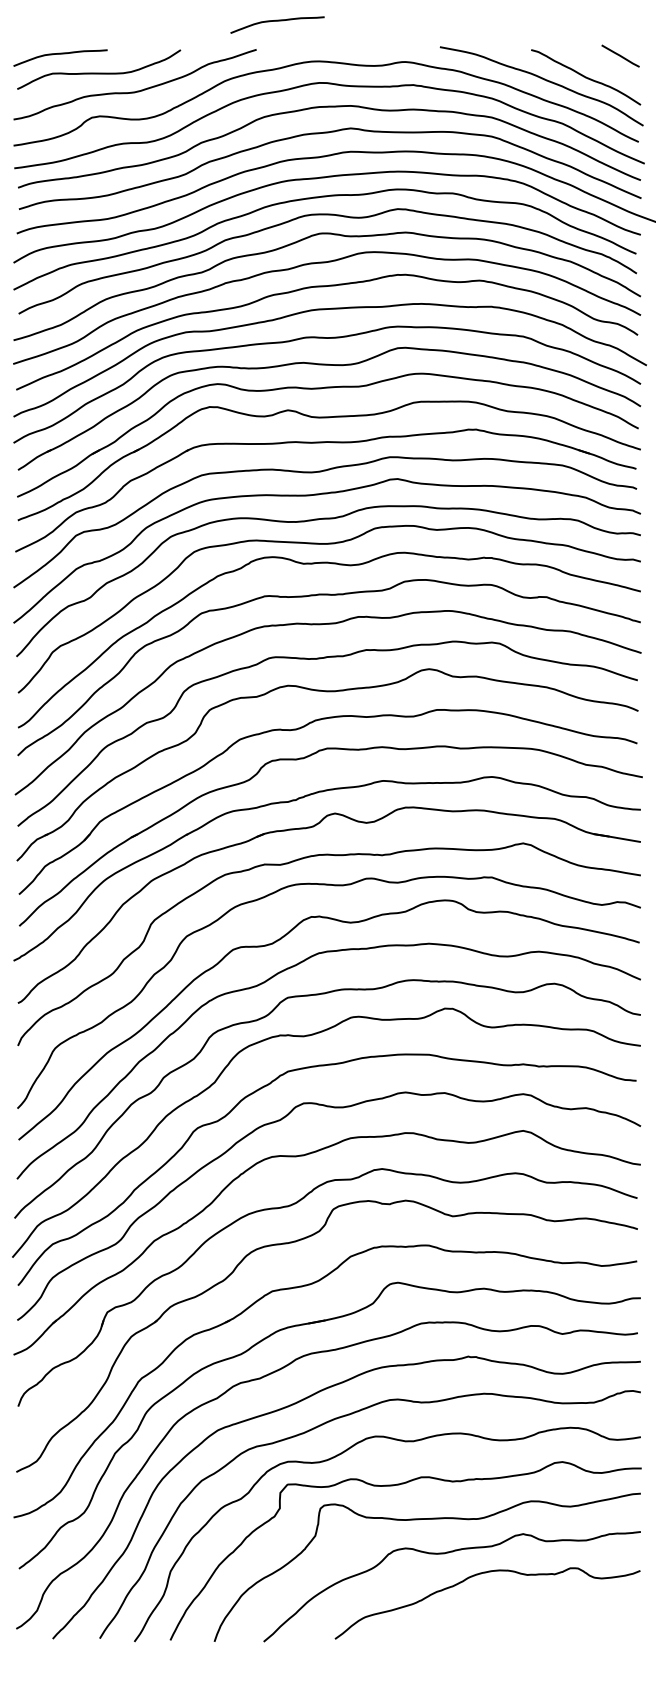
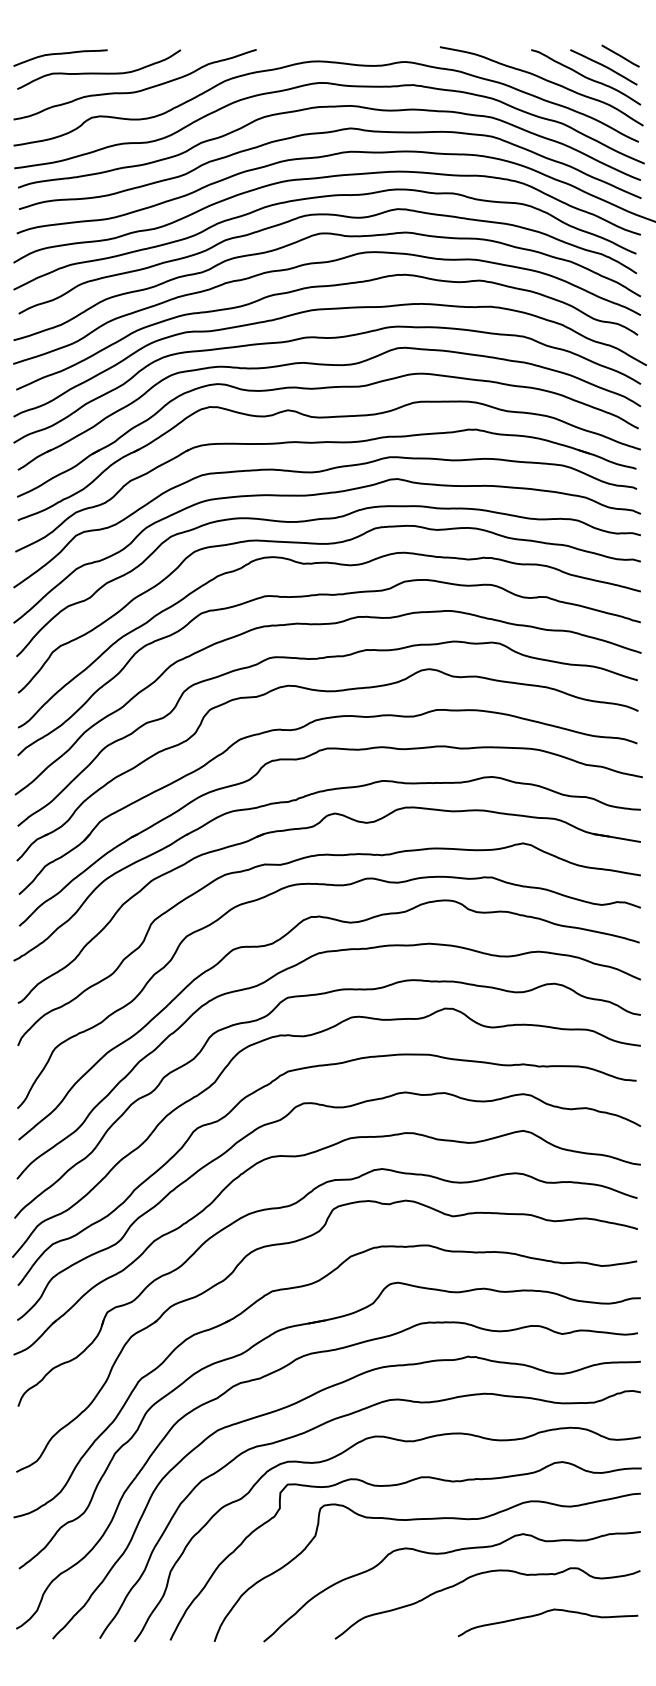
curve at (277, 21): present -> none
curve at (603, 66): none -> present
curve at (542, 1614): none -> present
